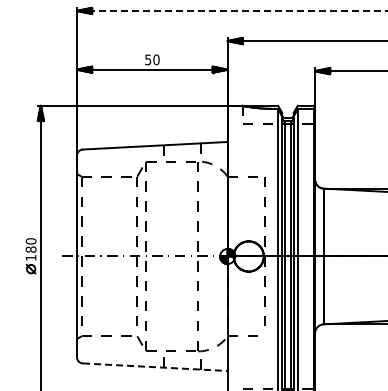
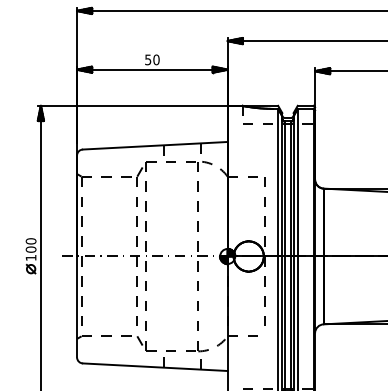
line at (232, 10): dashed -> solid
text at (31, 249): 180 -> 100
line at (155, 367): dashed -> solid
